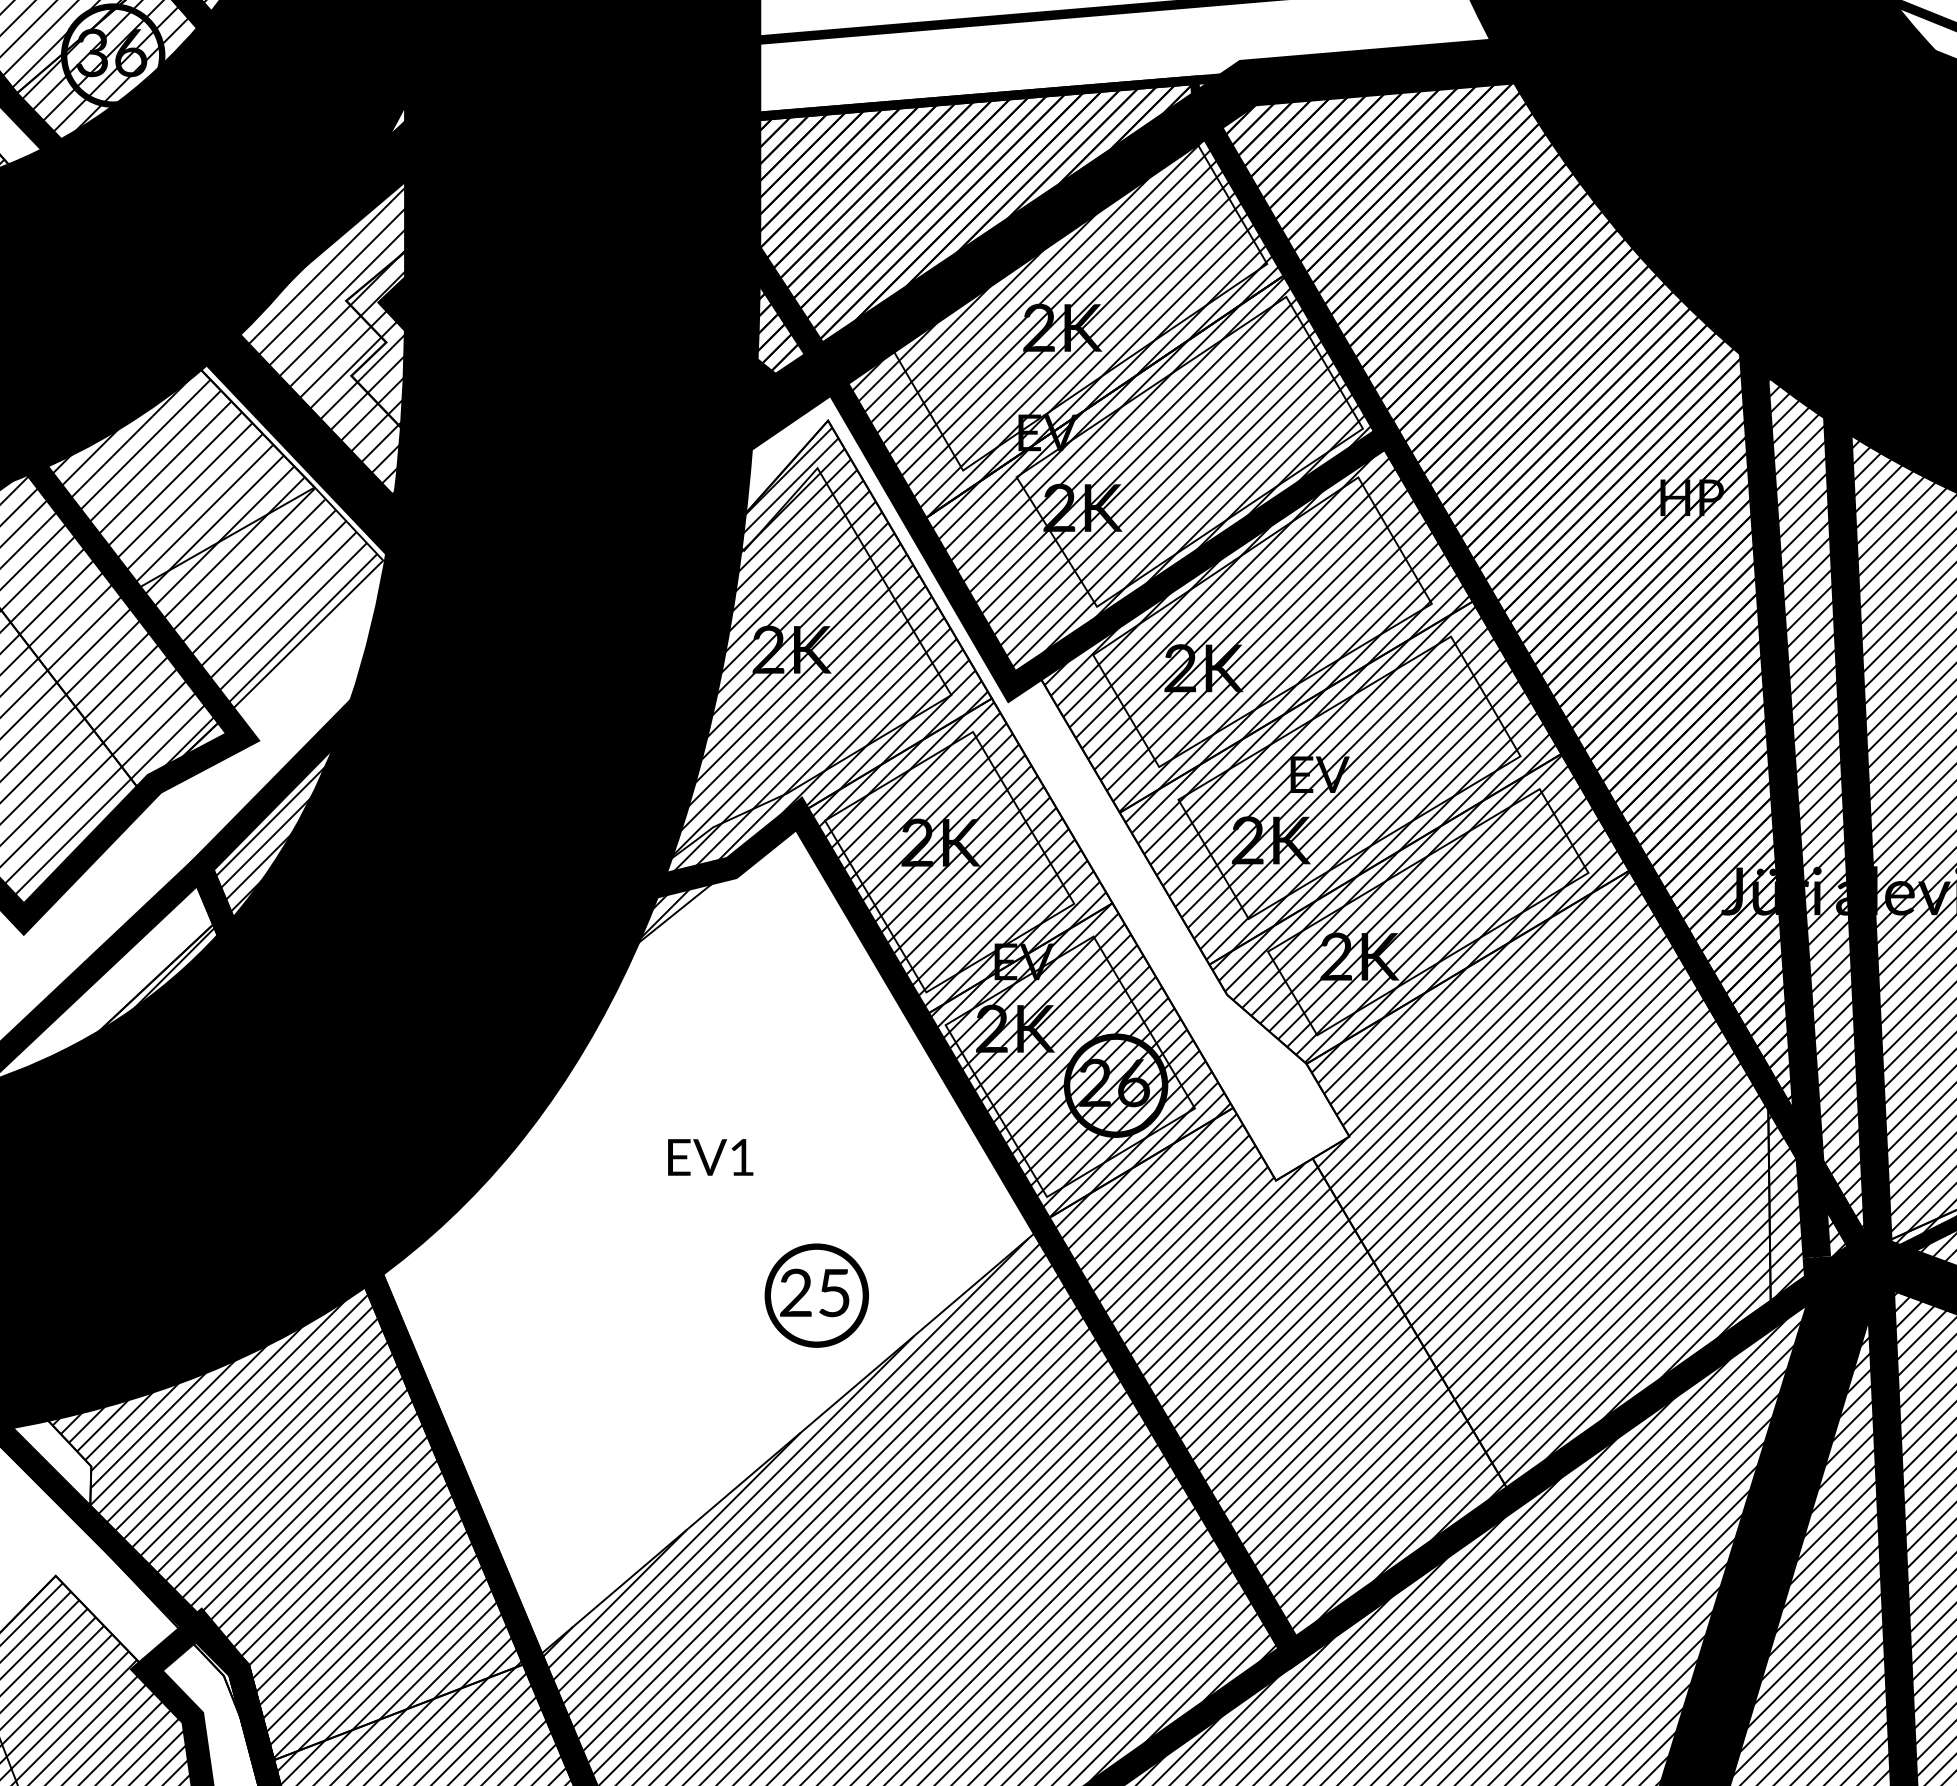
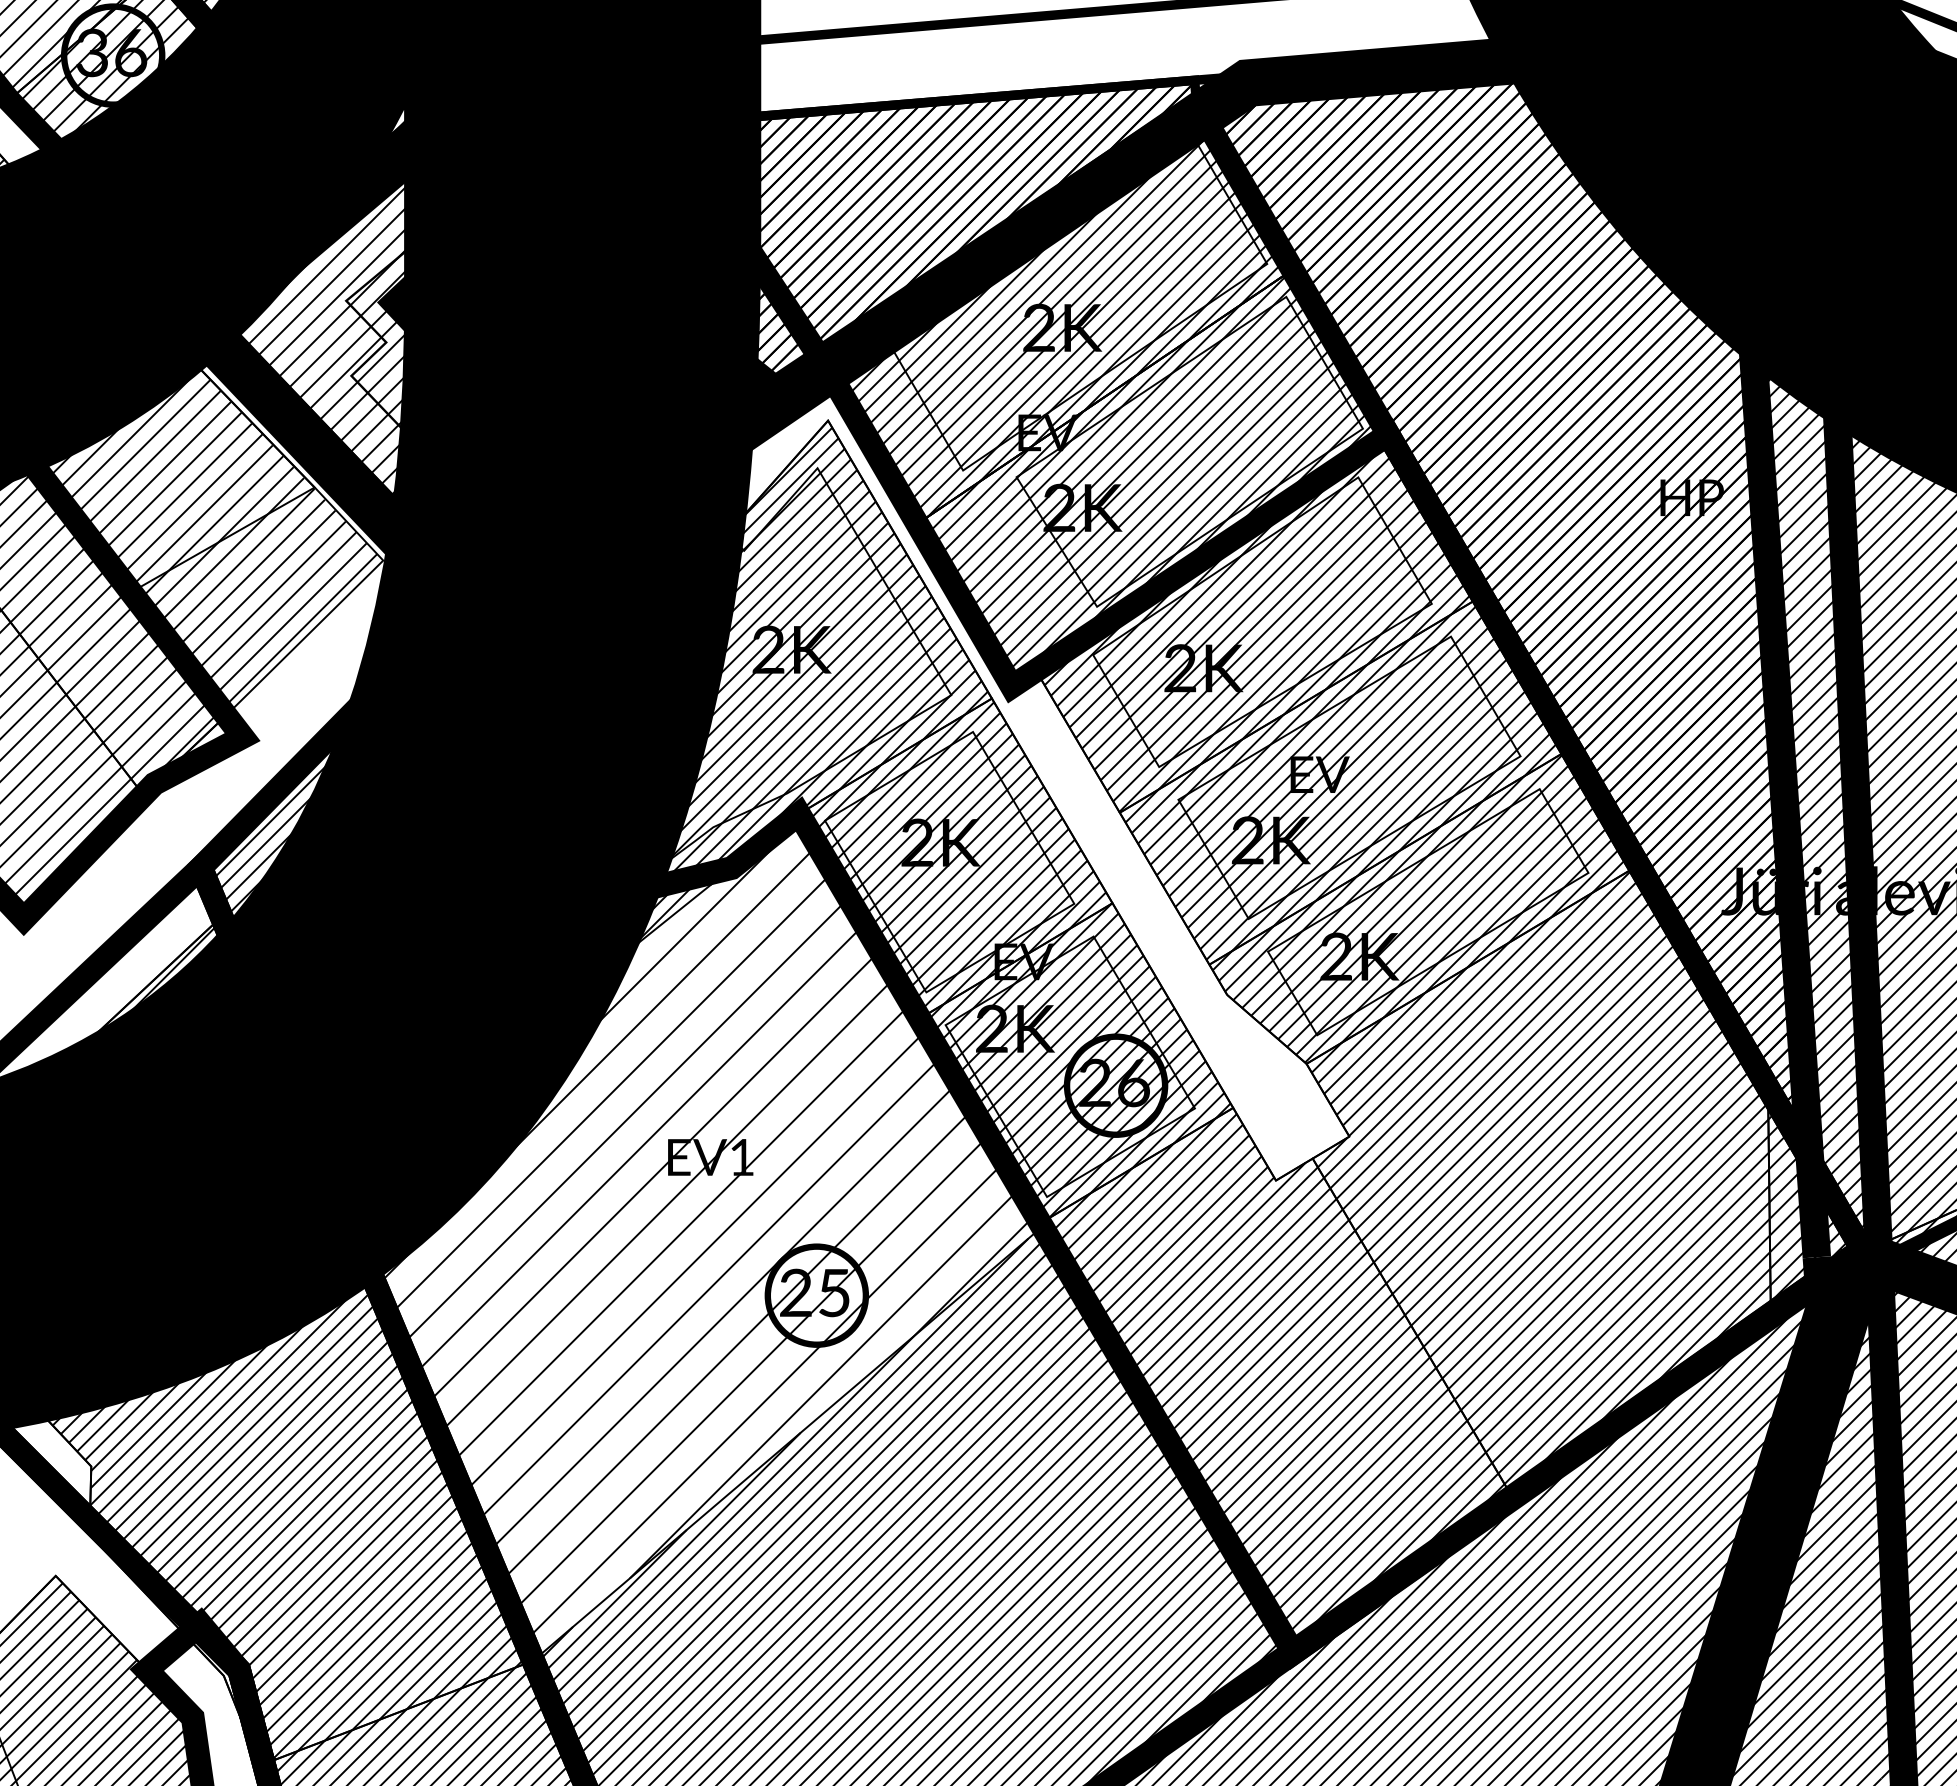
hatch at (687, 1229): none -> present
